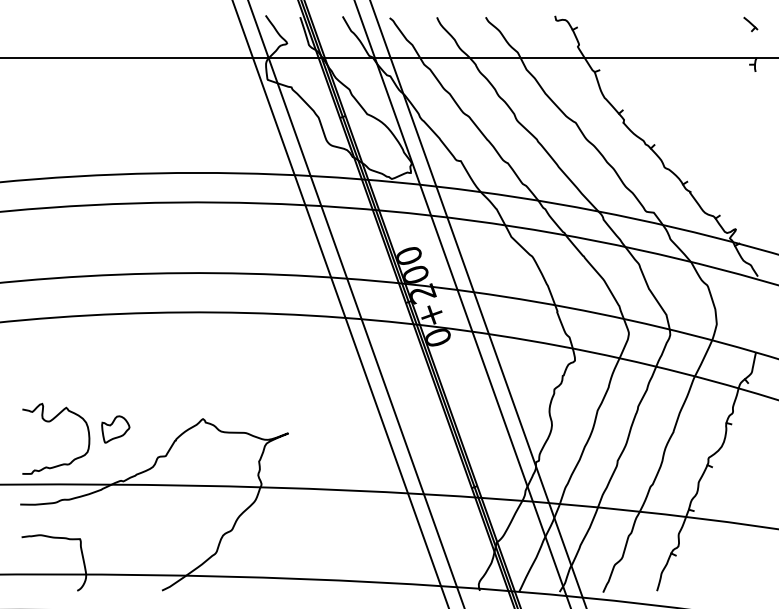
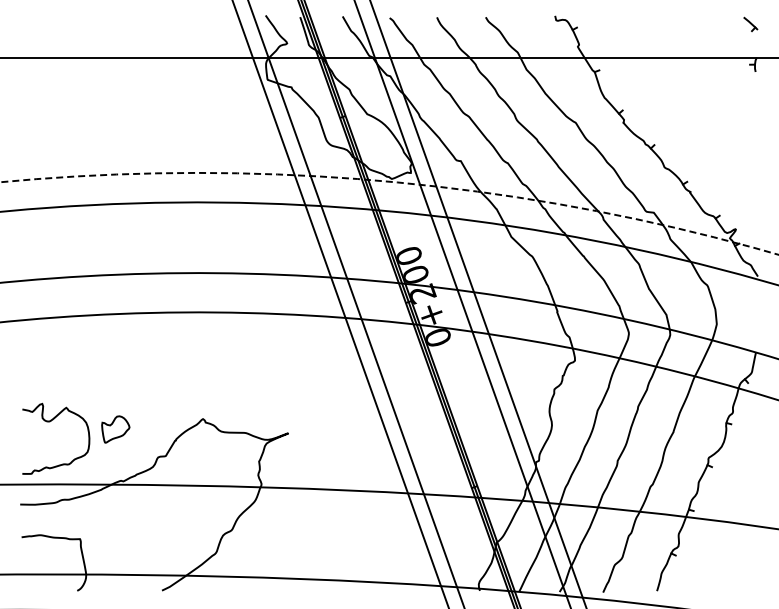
line at (393, 182): solid -> dashed
